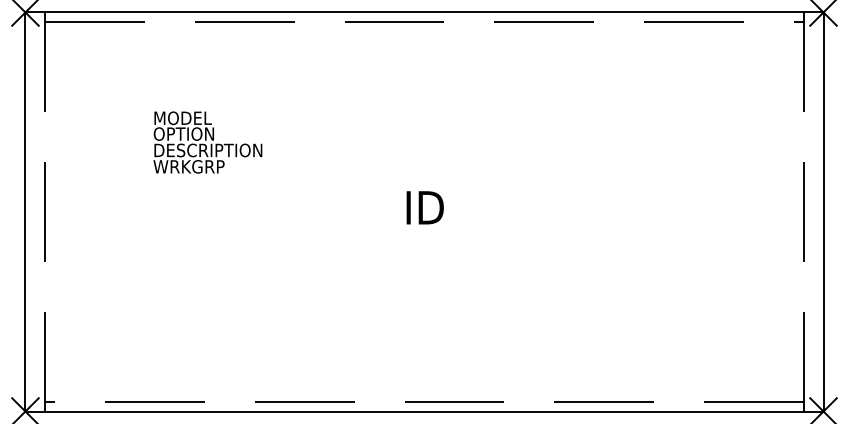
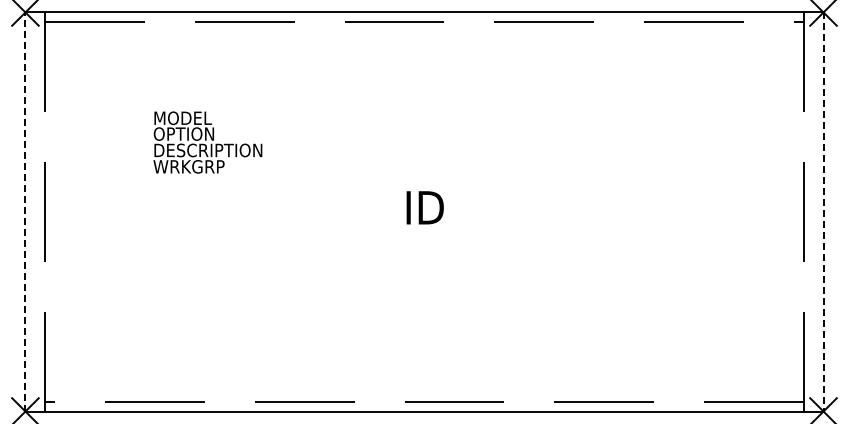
line at (25, 212): solid -> dashed
line at (823, 212): solid -> dashed
